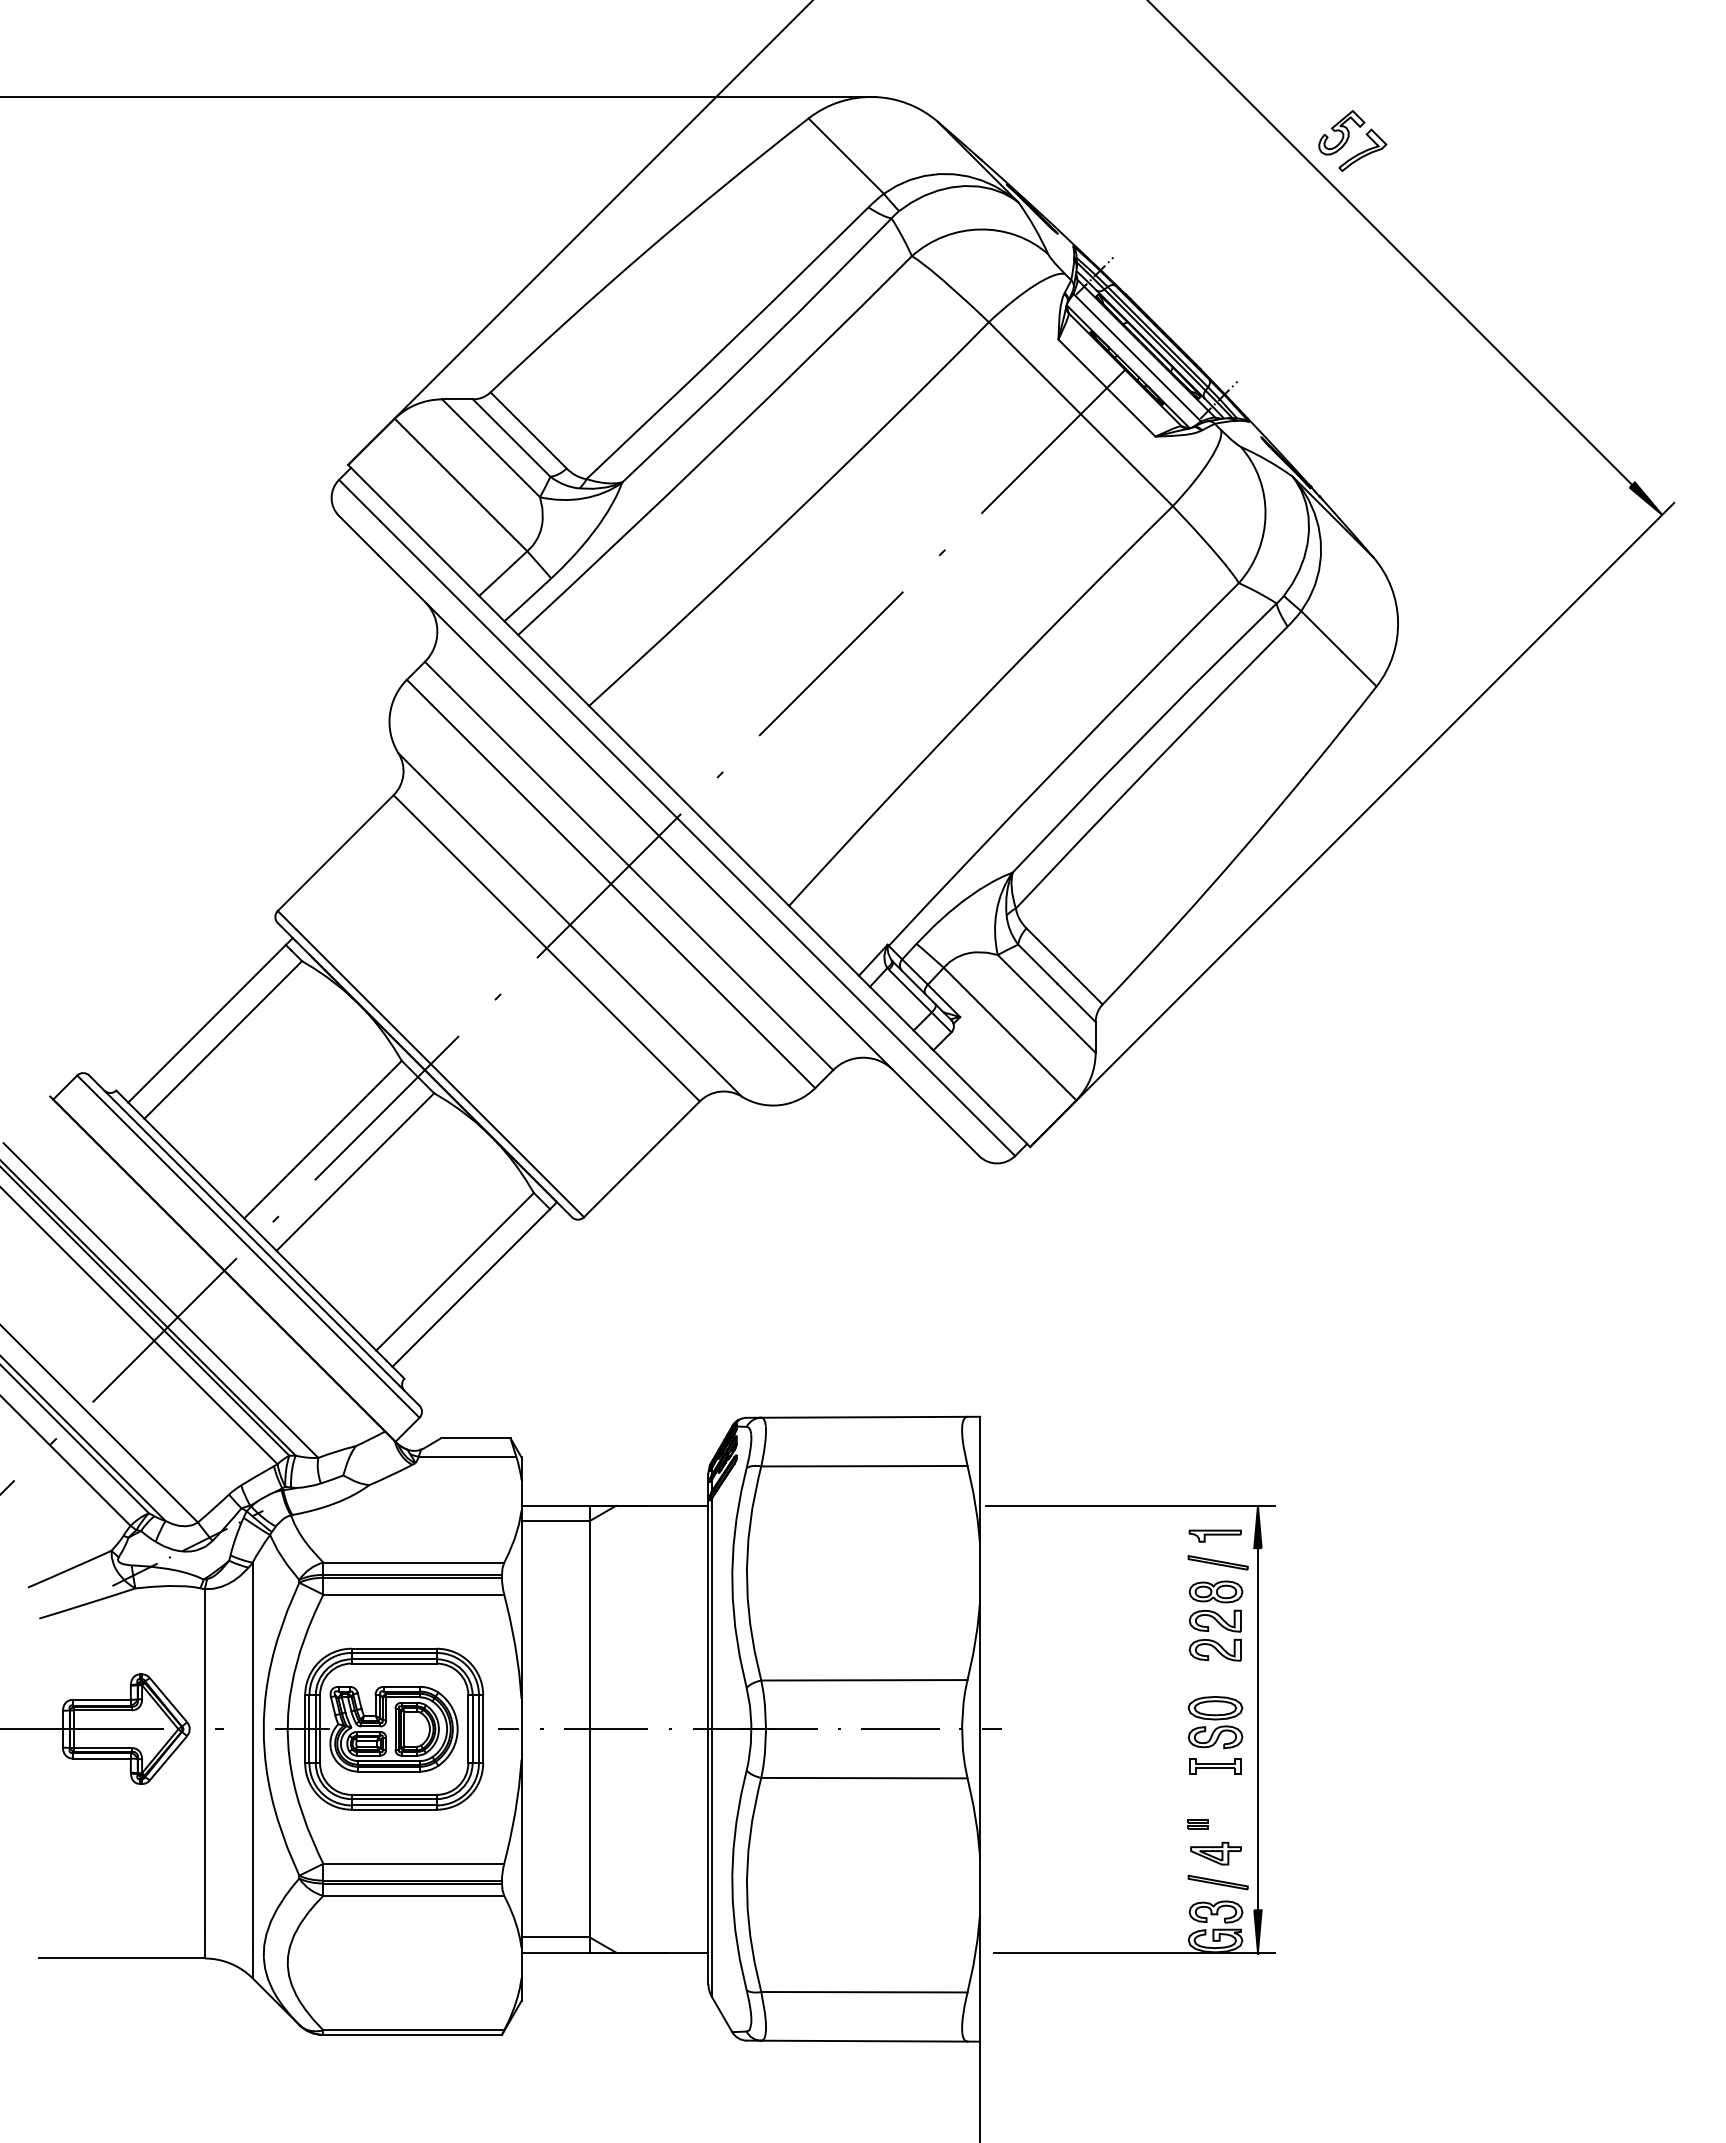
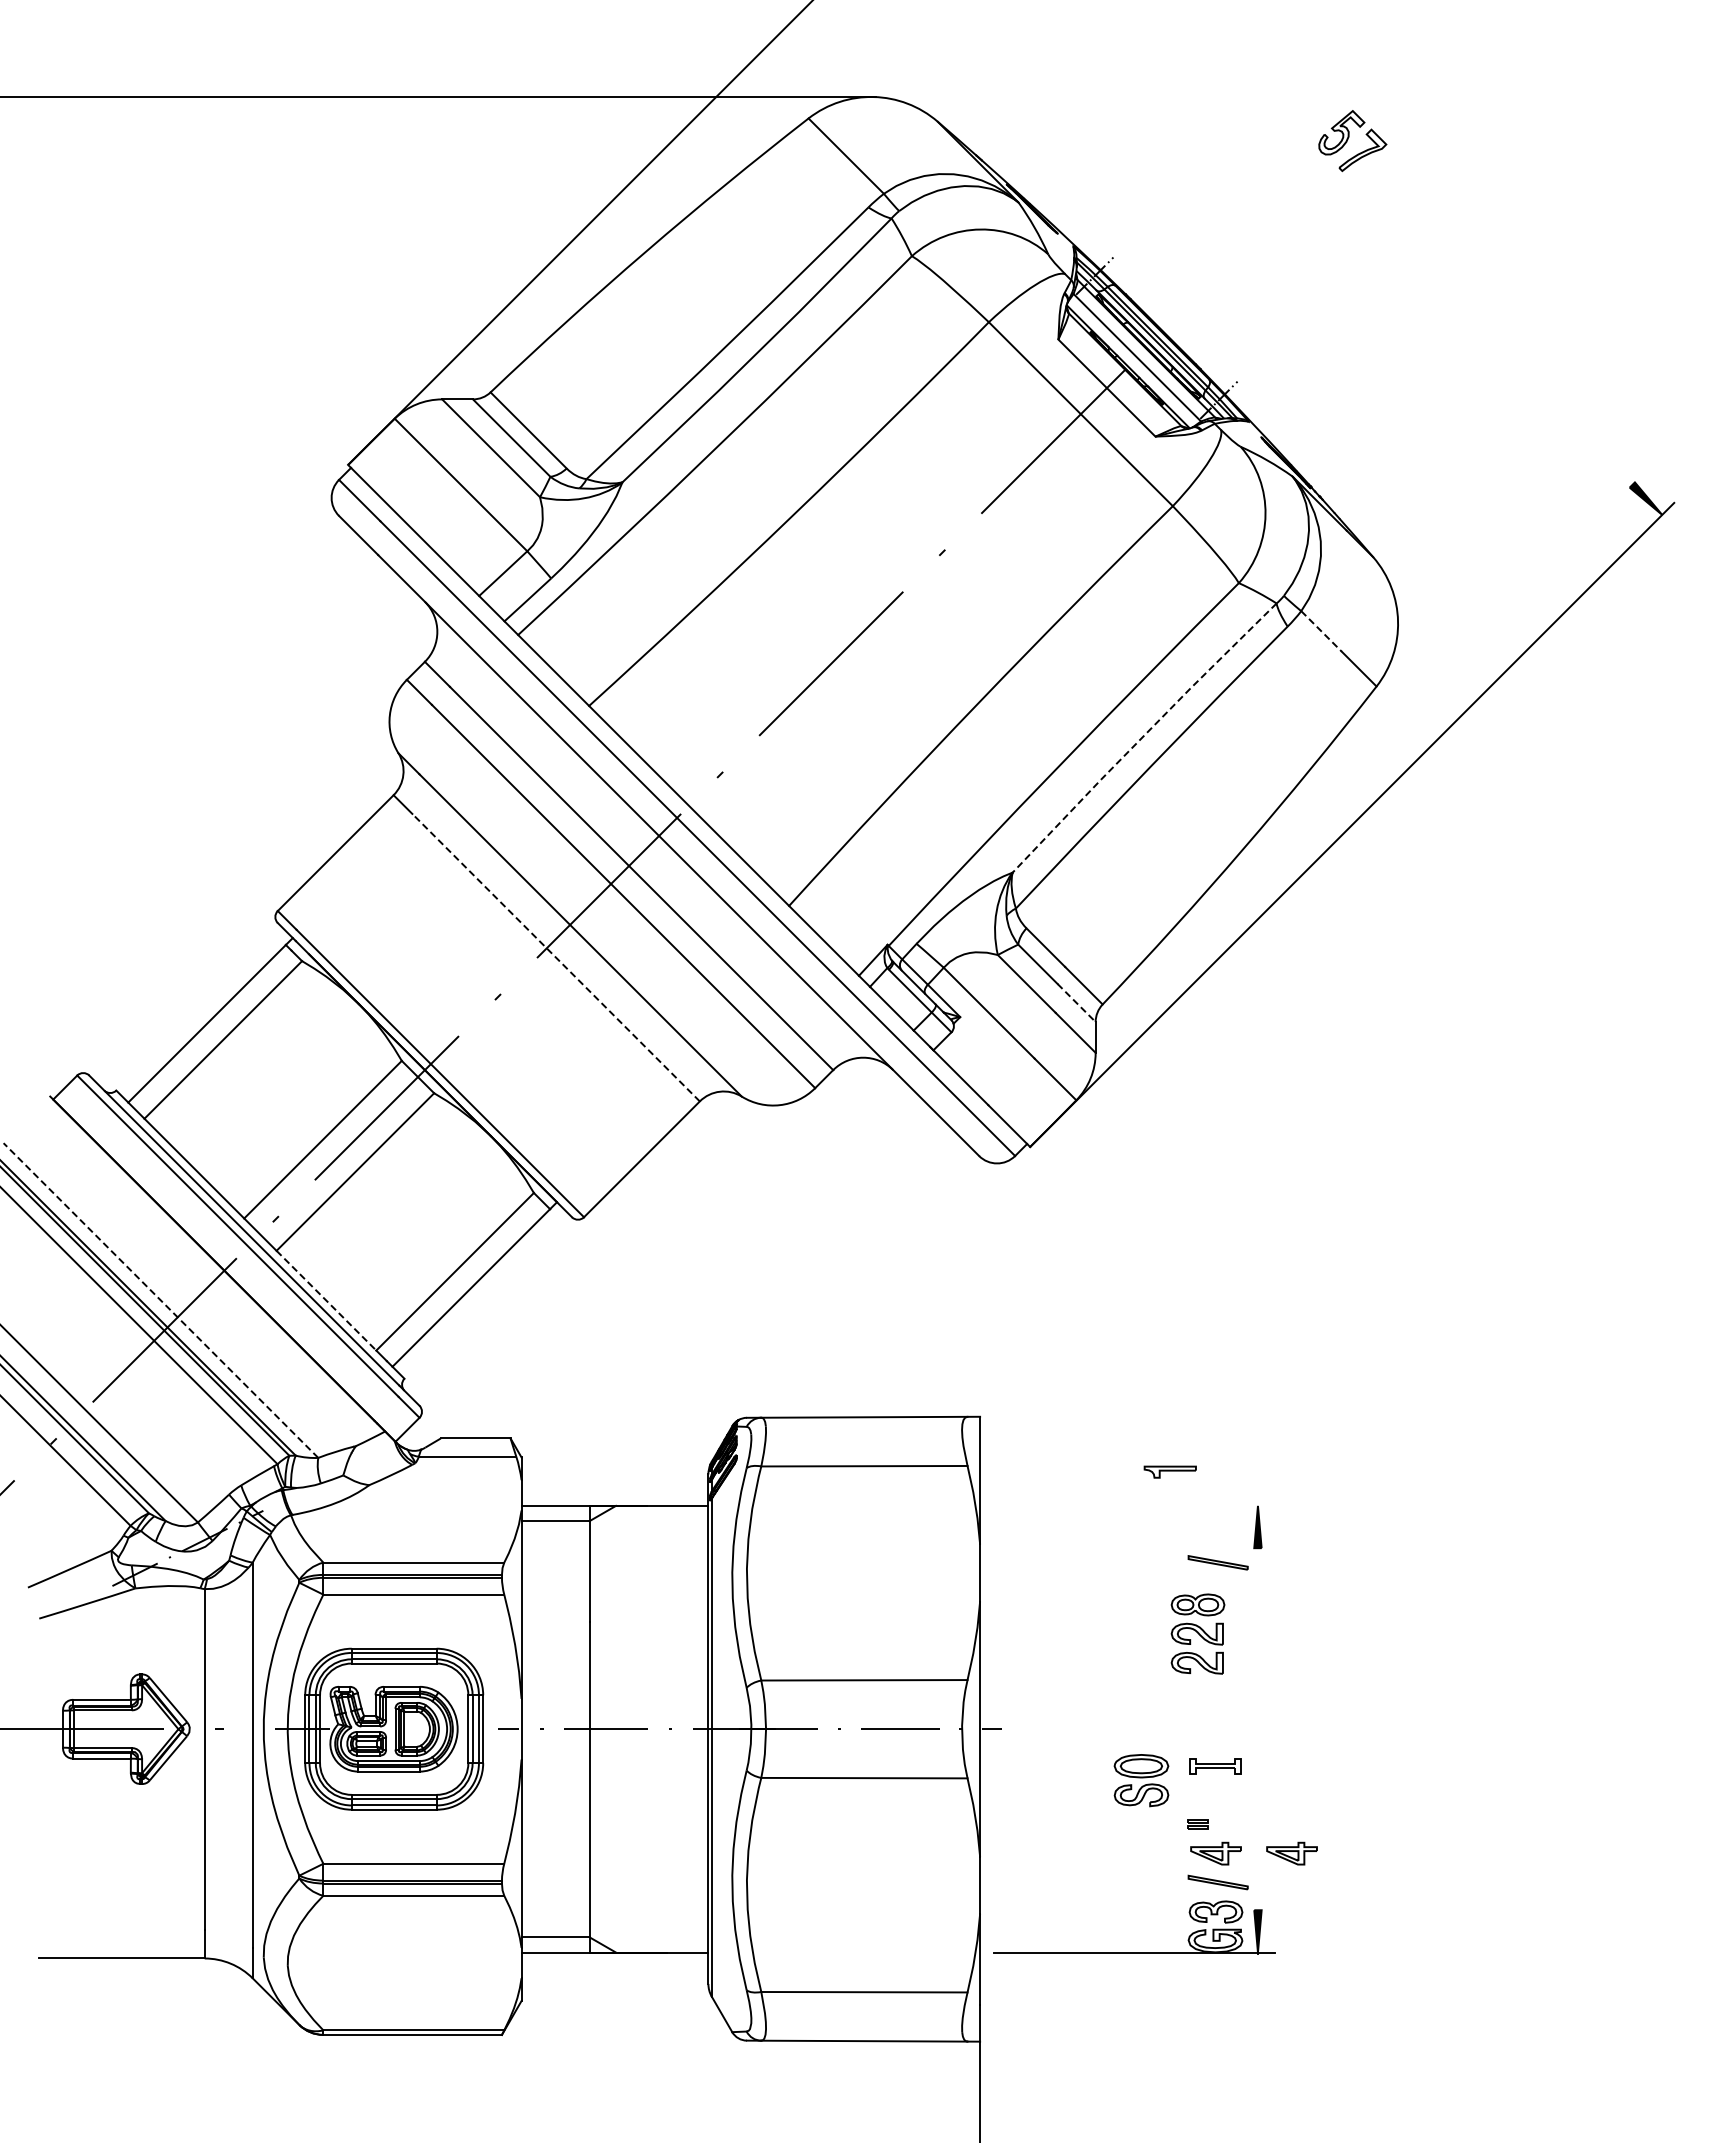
line at (1390, 243): present -> none
line at (1321, 631): solid -> dashed
line at (1143, 736): solid -> dashed
line at (555, 957): solid -> dashed
line at (1076, 1002): solid -> dashed
line at (160, 1300): solid -> dashed
line at (326, 1300): solid -> dashed
line at (1129, 1505): present -> none
part at (1214, 1535) position: (1214, 1535) -> (1169, 1471)
part at (1215, 1620) position: (1215, 1620) -> (1197, 1633)
part at (1215, 1722) position: (1215, 1722) -> (1141, 1780)
line at (1257, 1729): present -> none
part at (1291, 1853): none -> present
